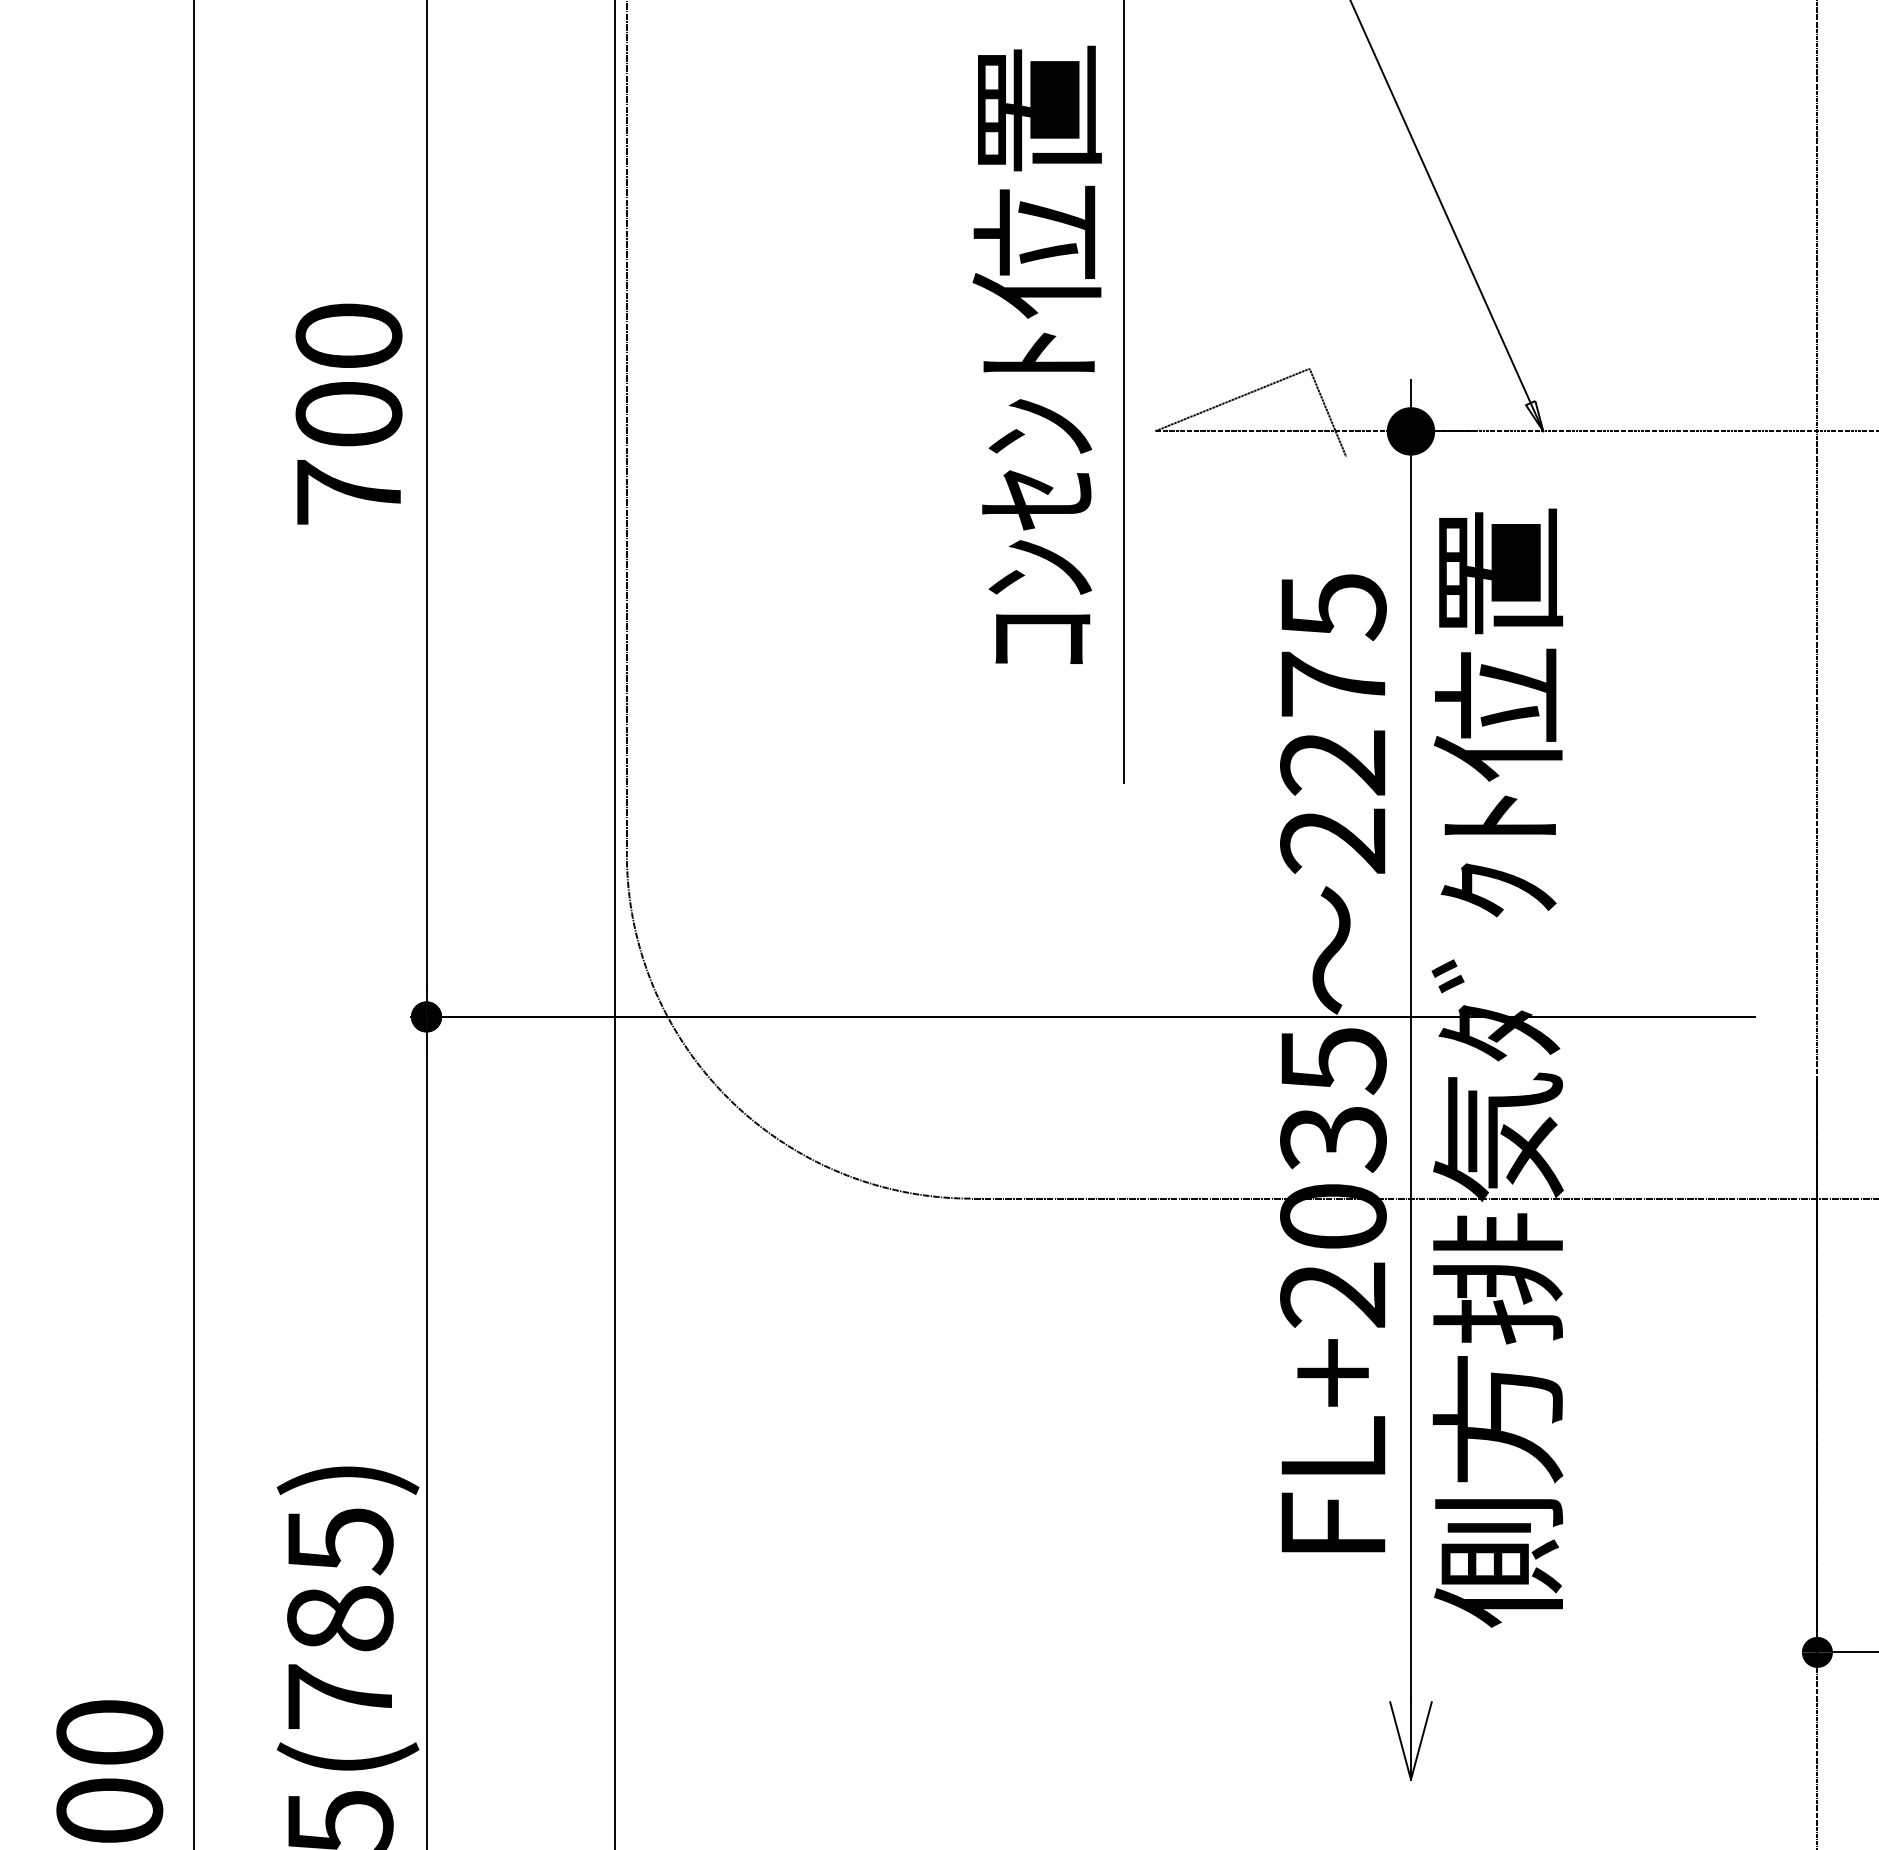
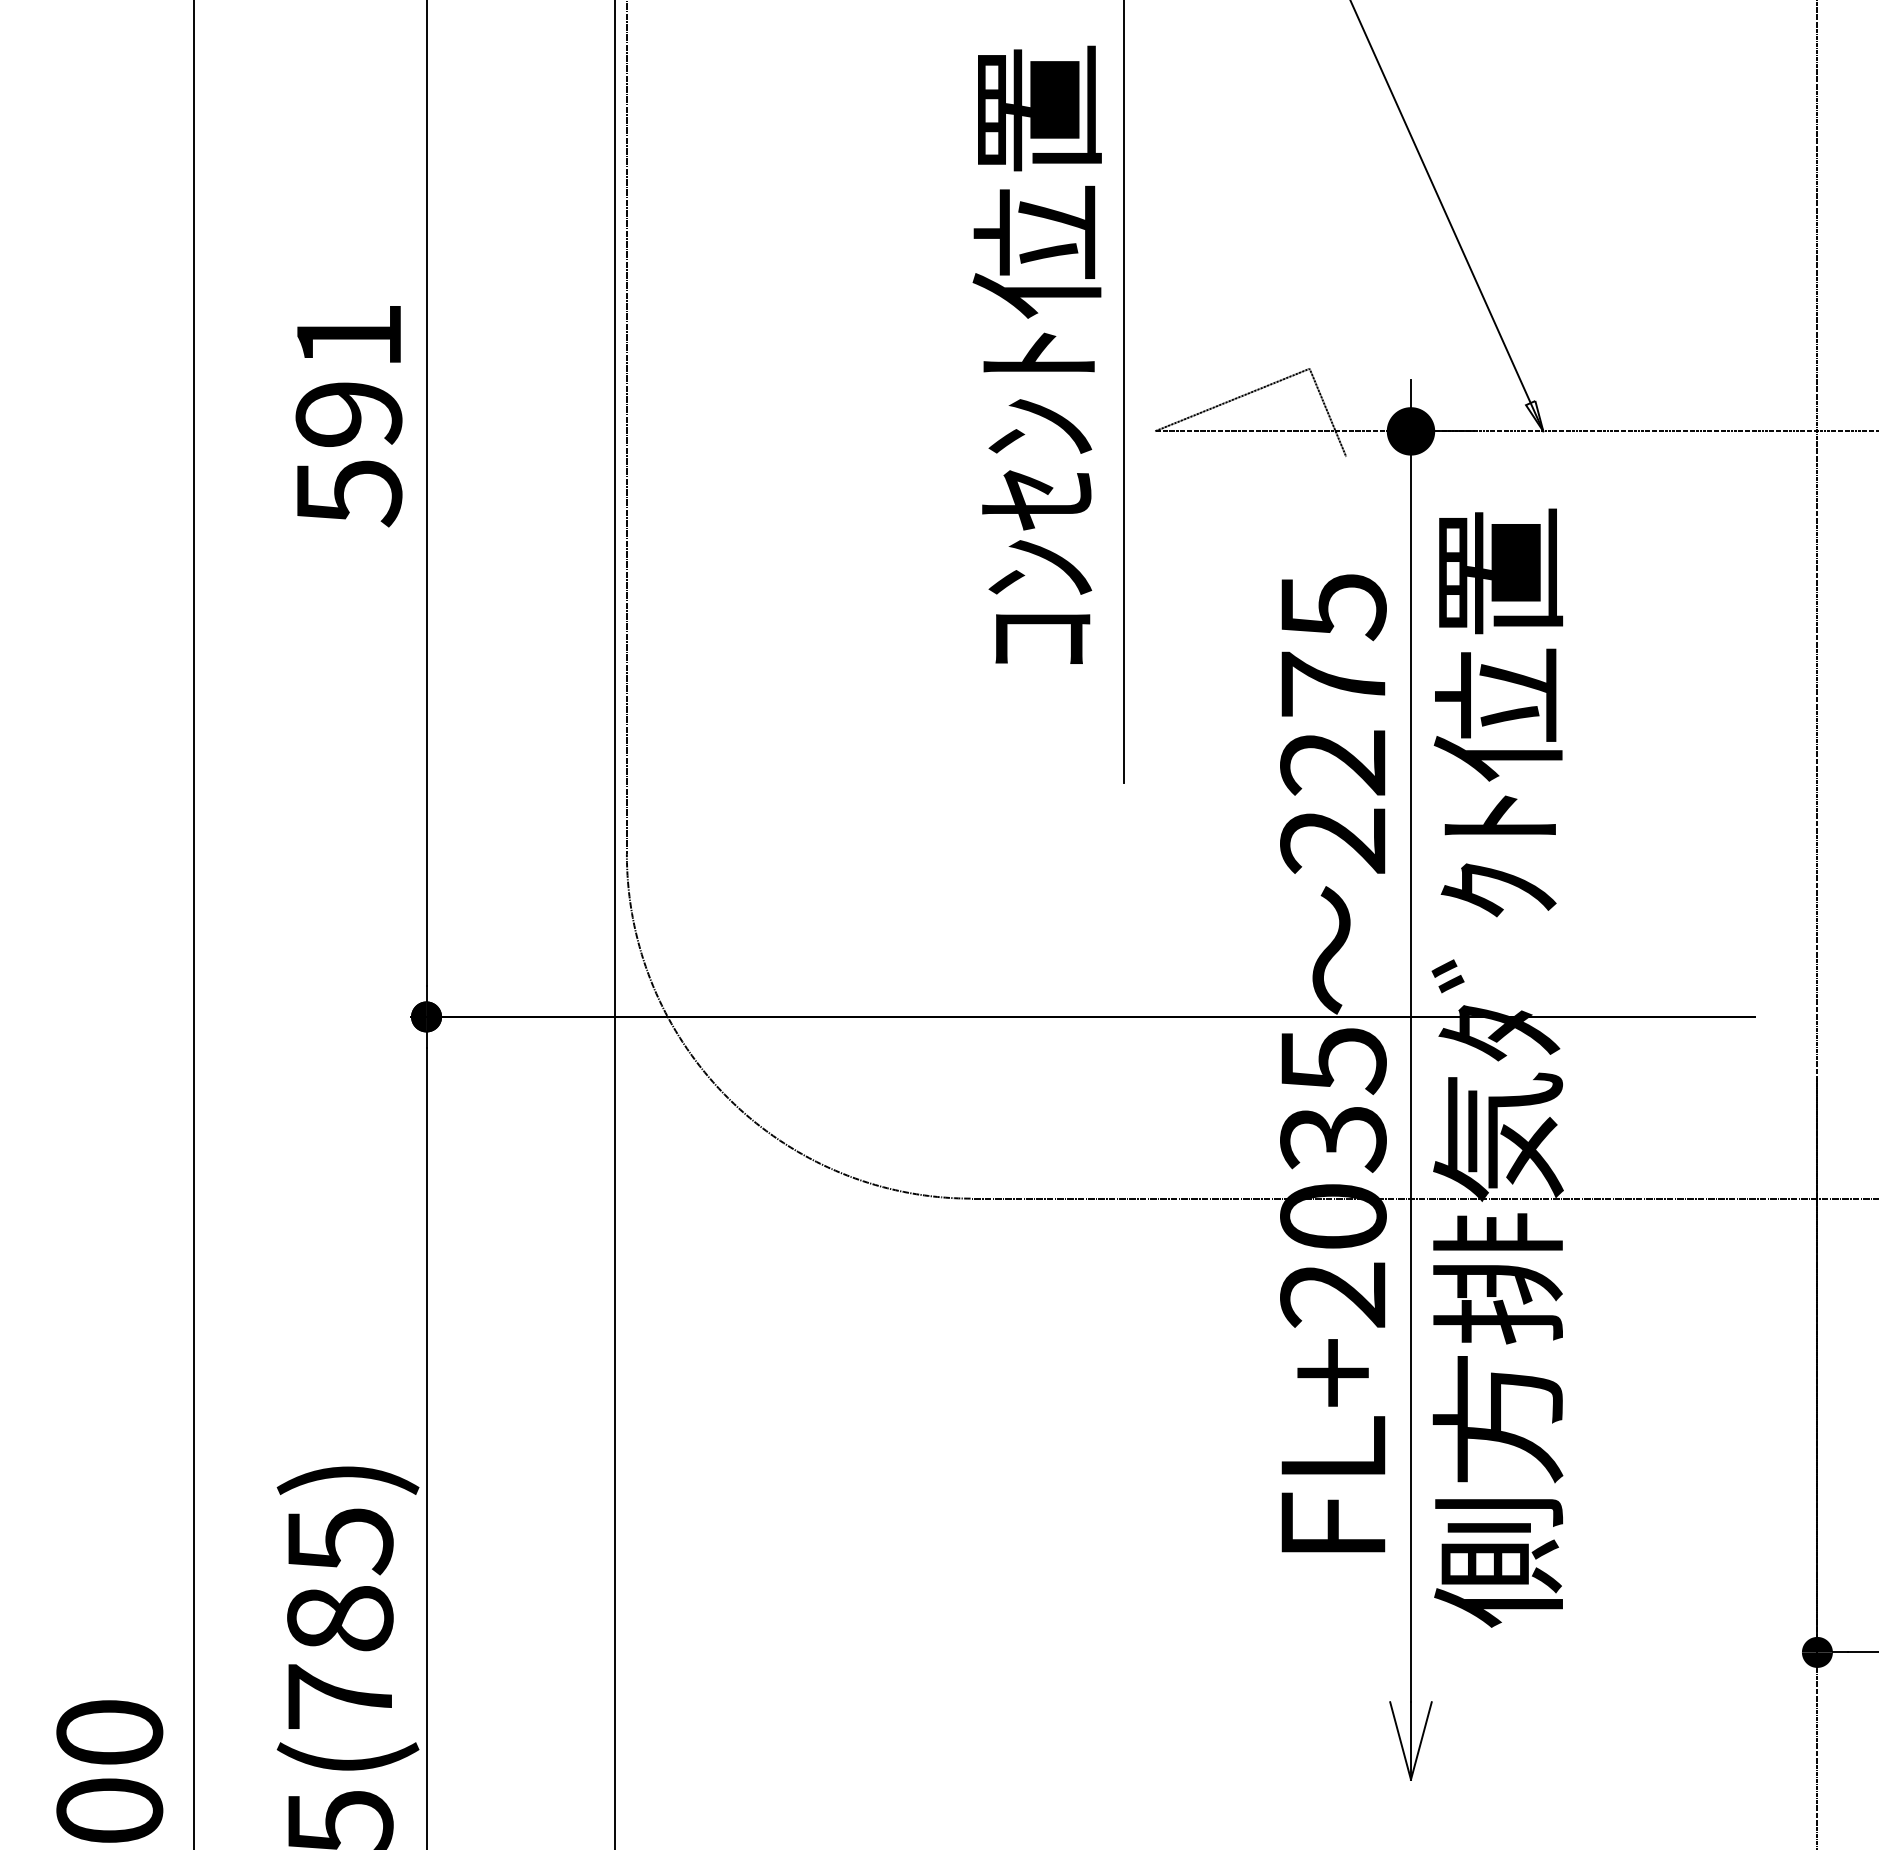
text at (348, 415): 700 -> 591
